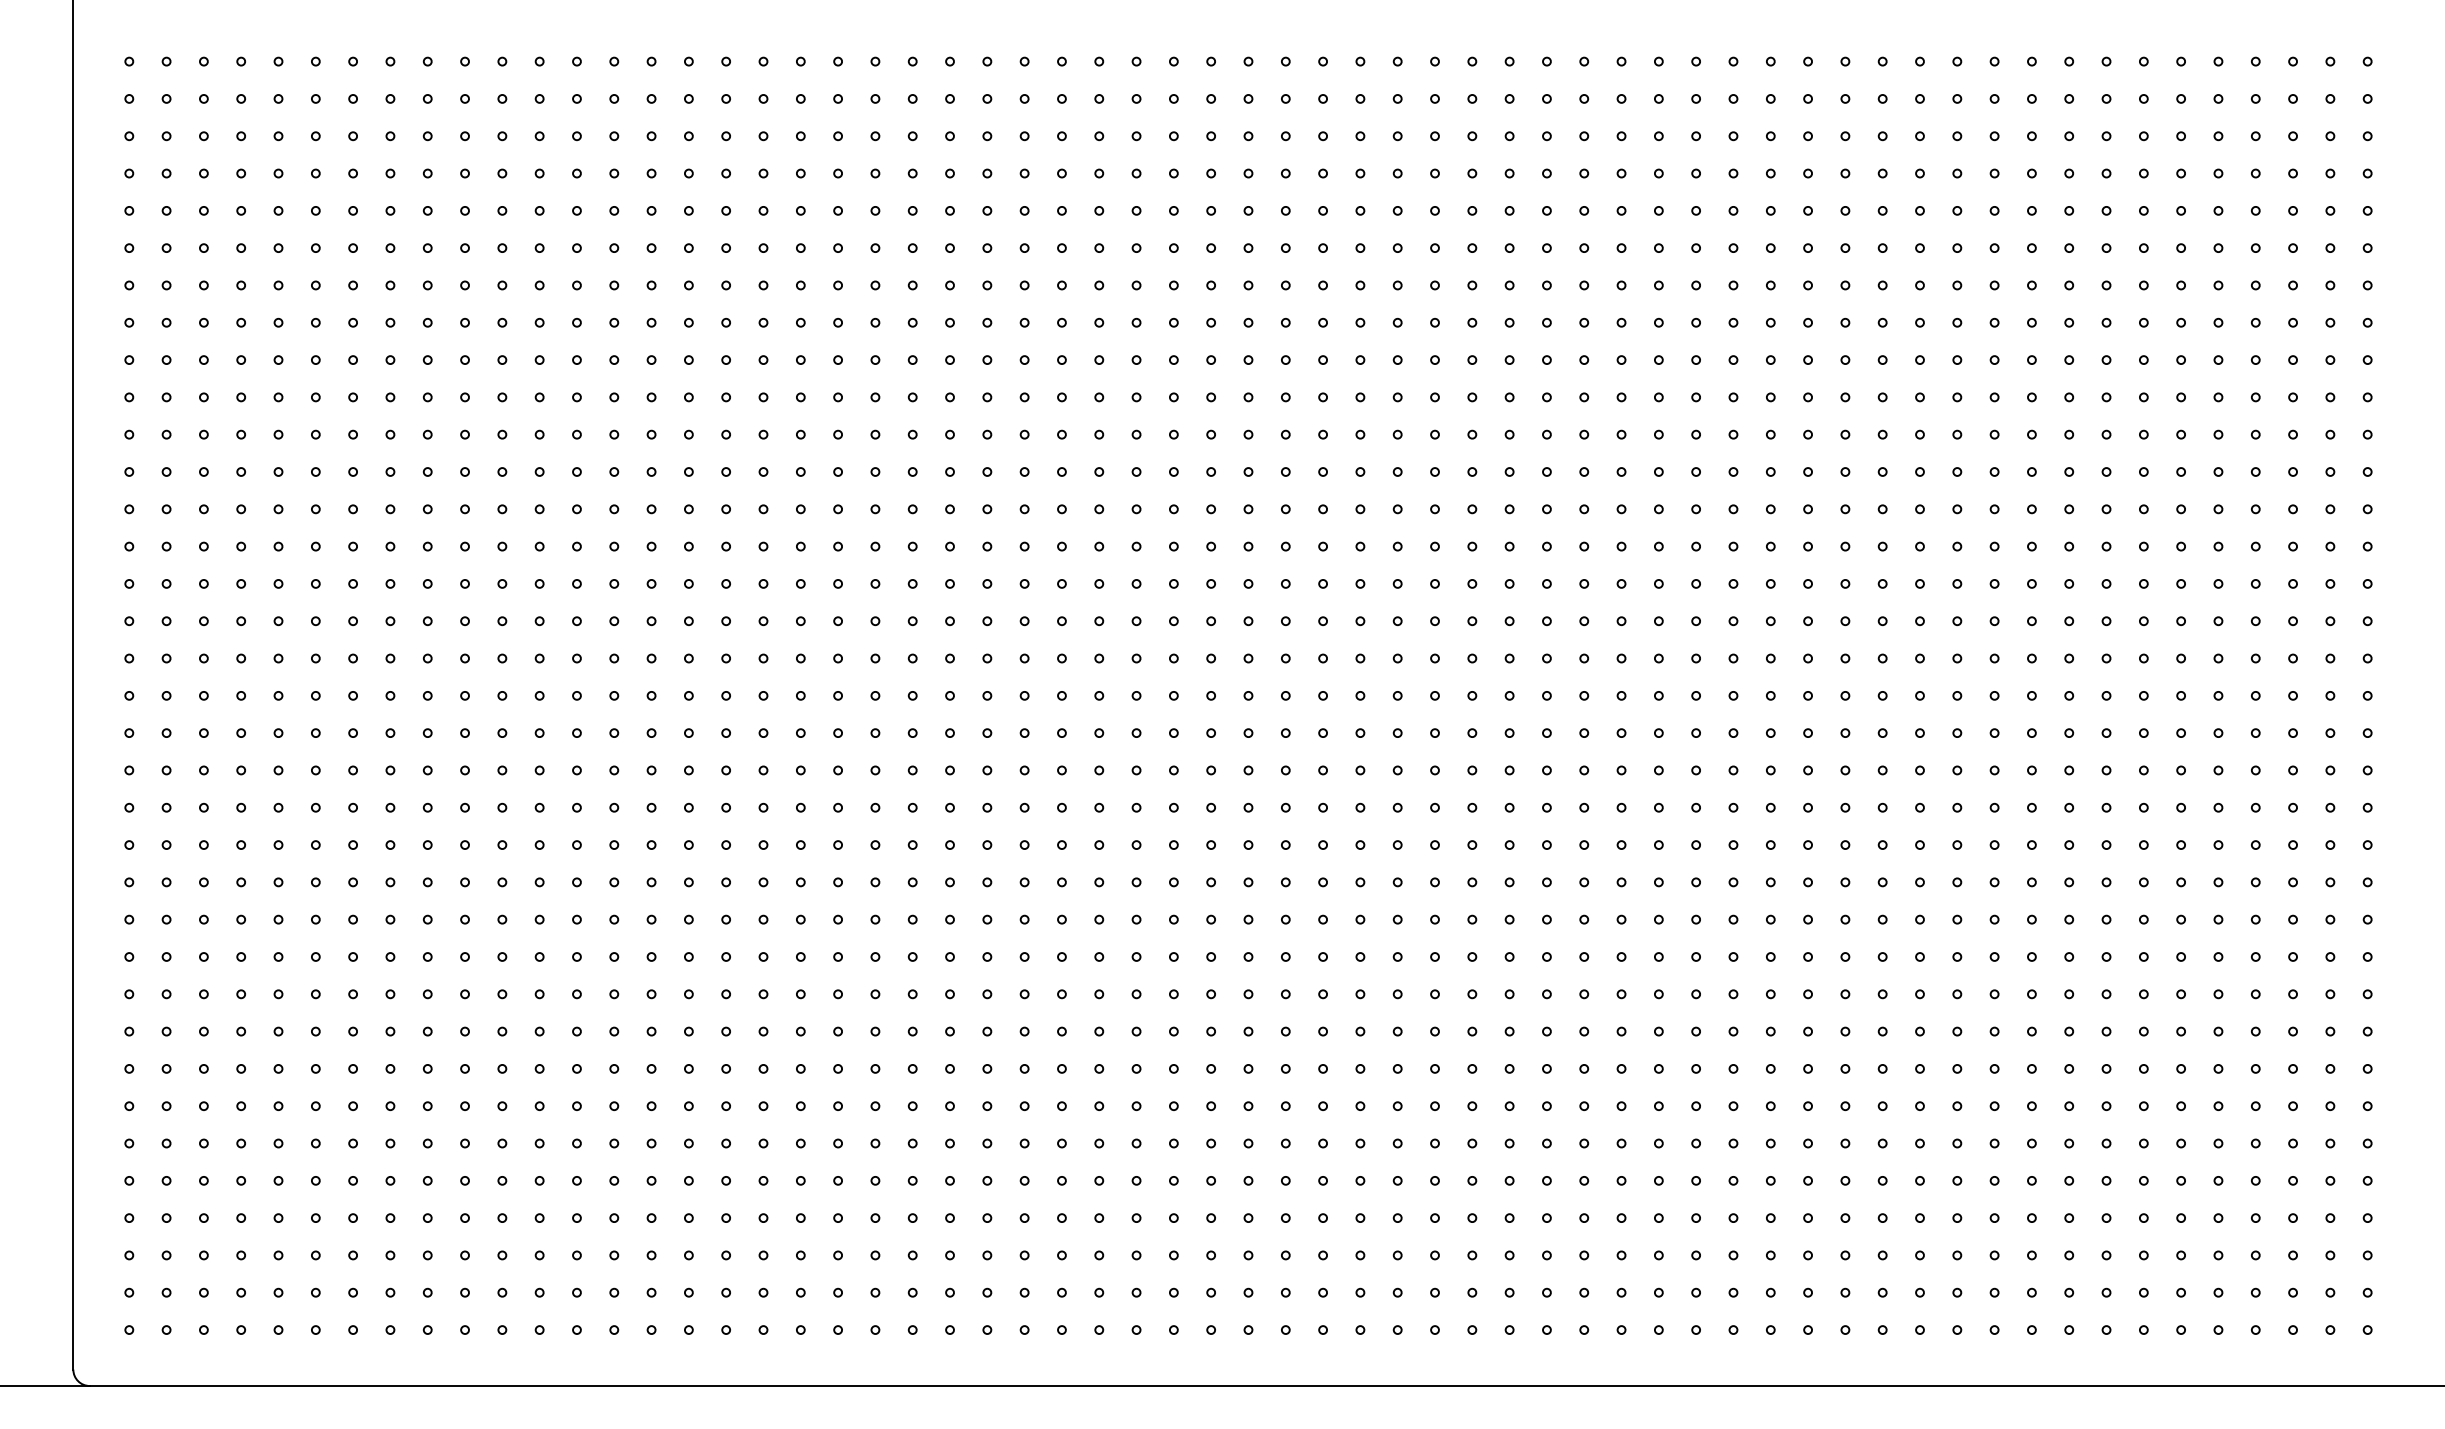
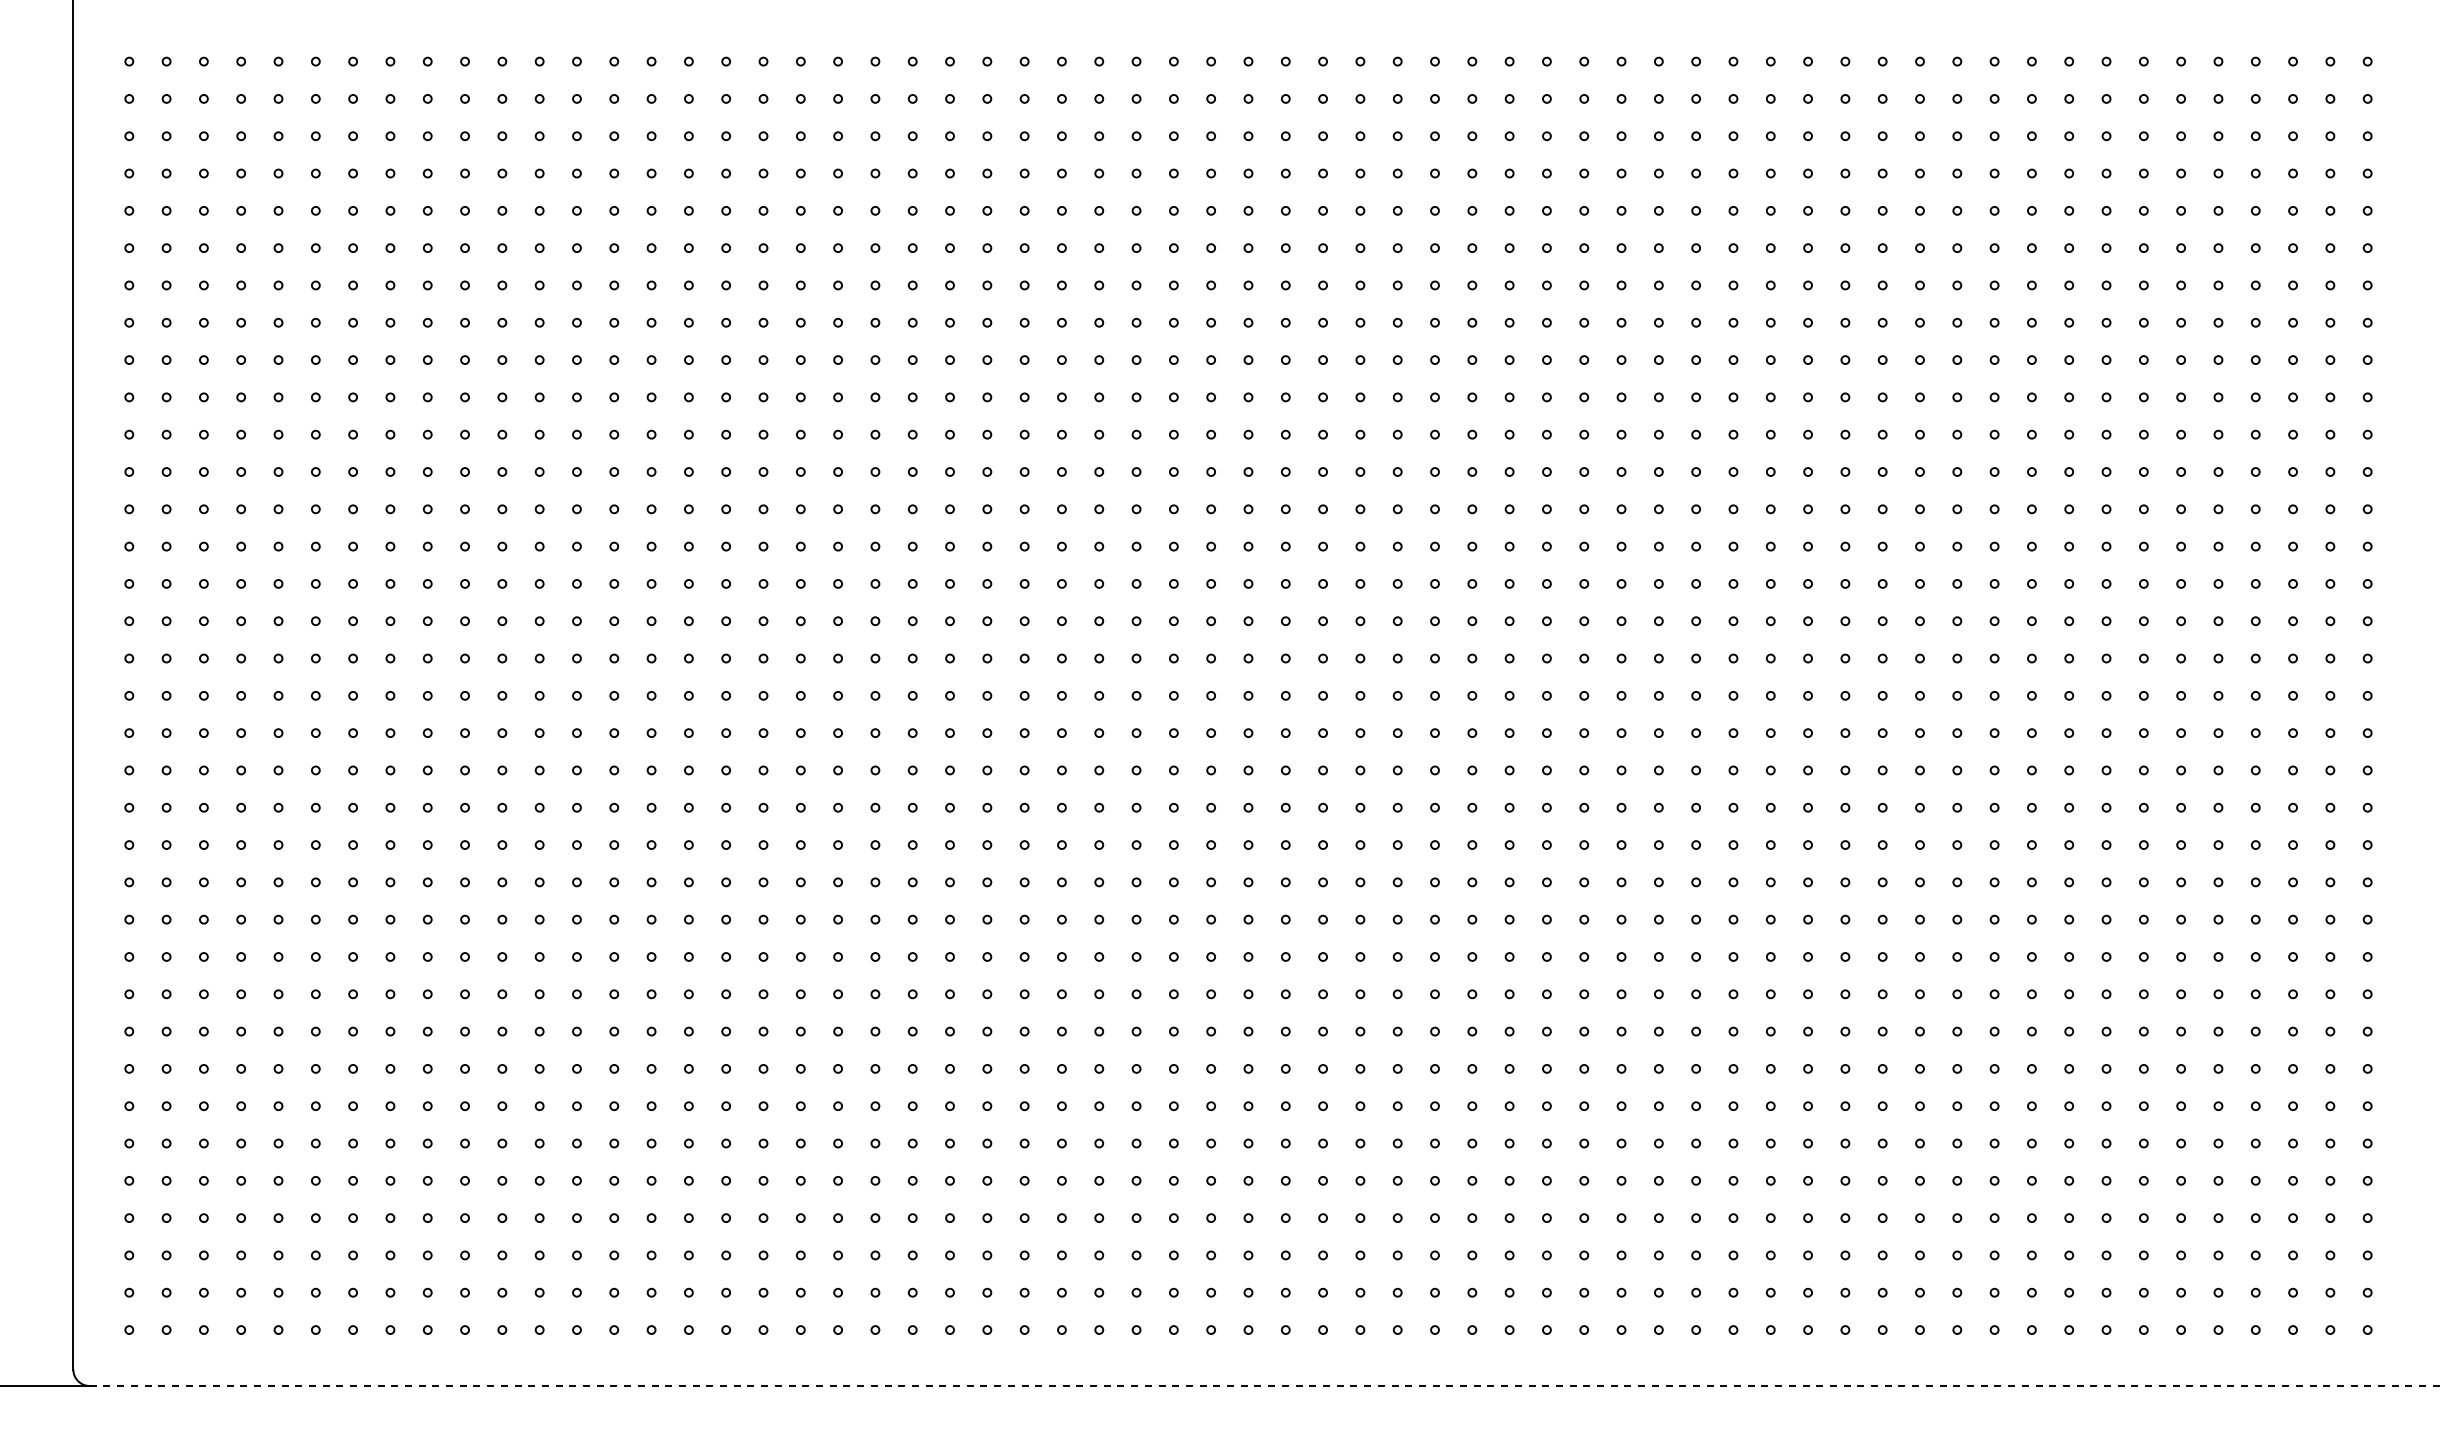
line at (1267, 1386): solid -> dashed
